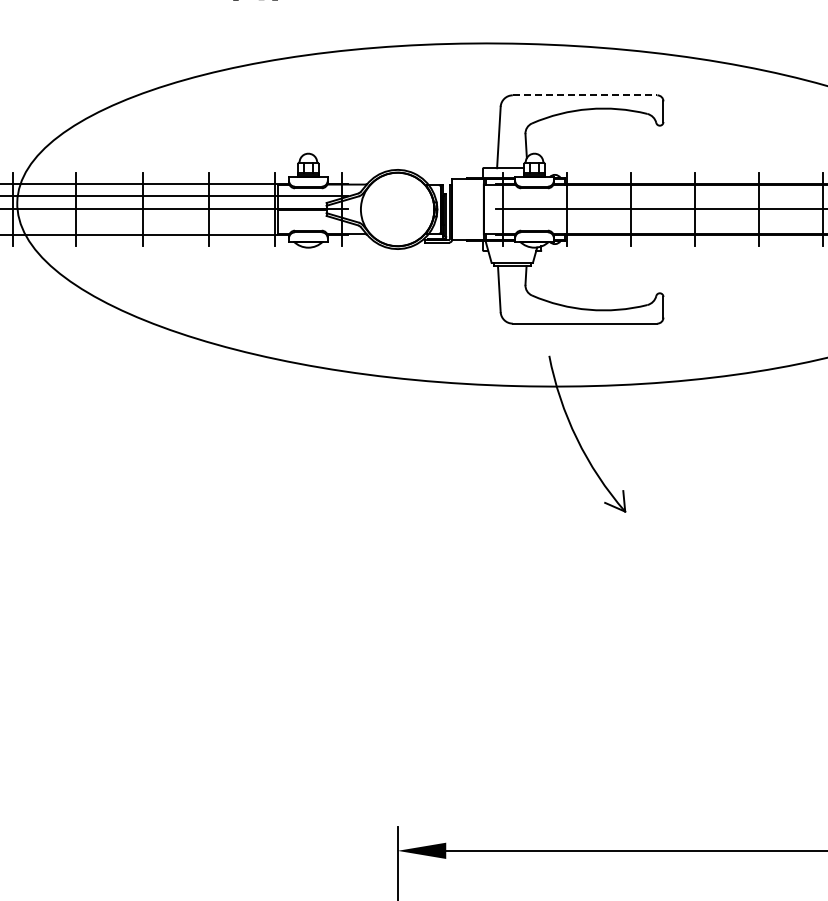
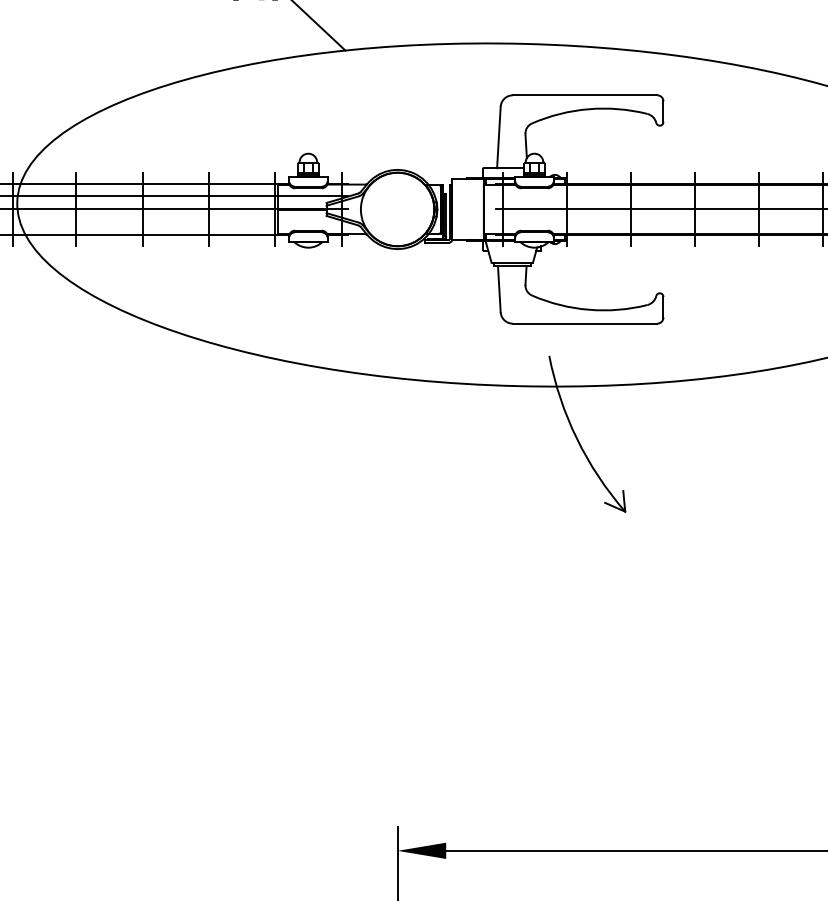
line at (319, 26): none -> present
line at (585, 95): dashed -> solid
